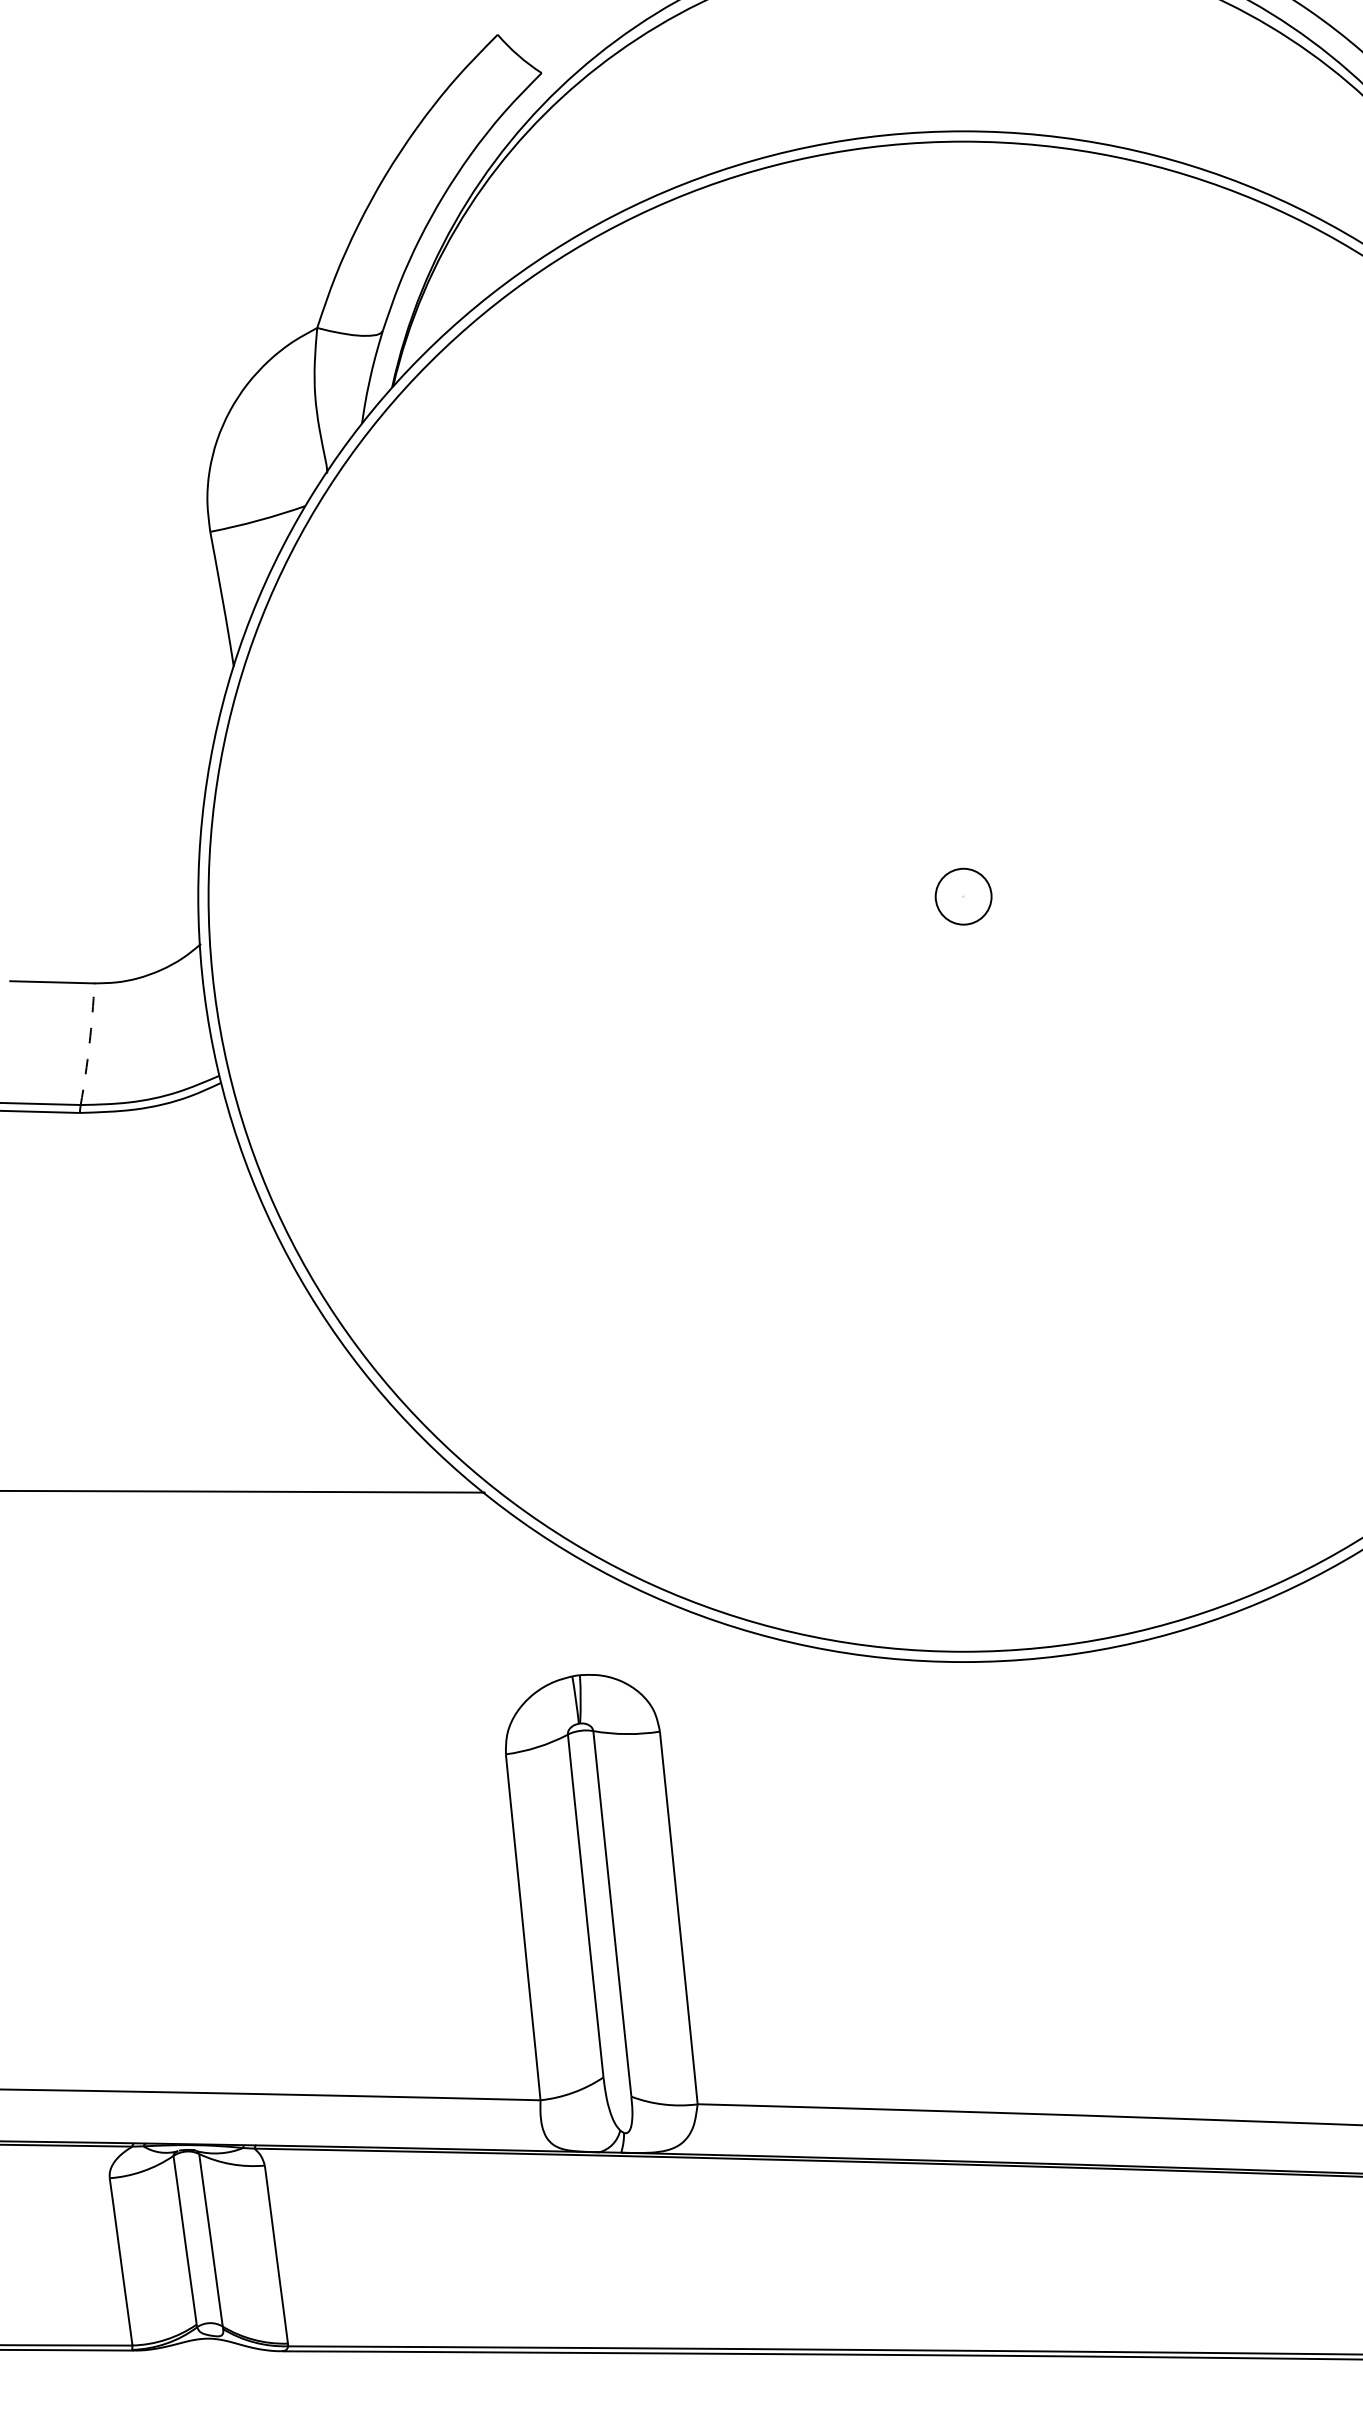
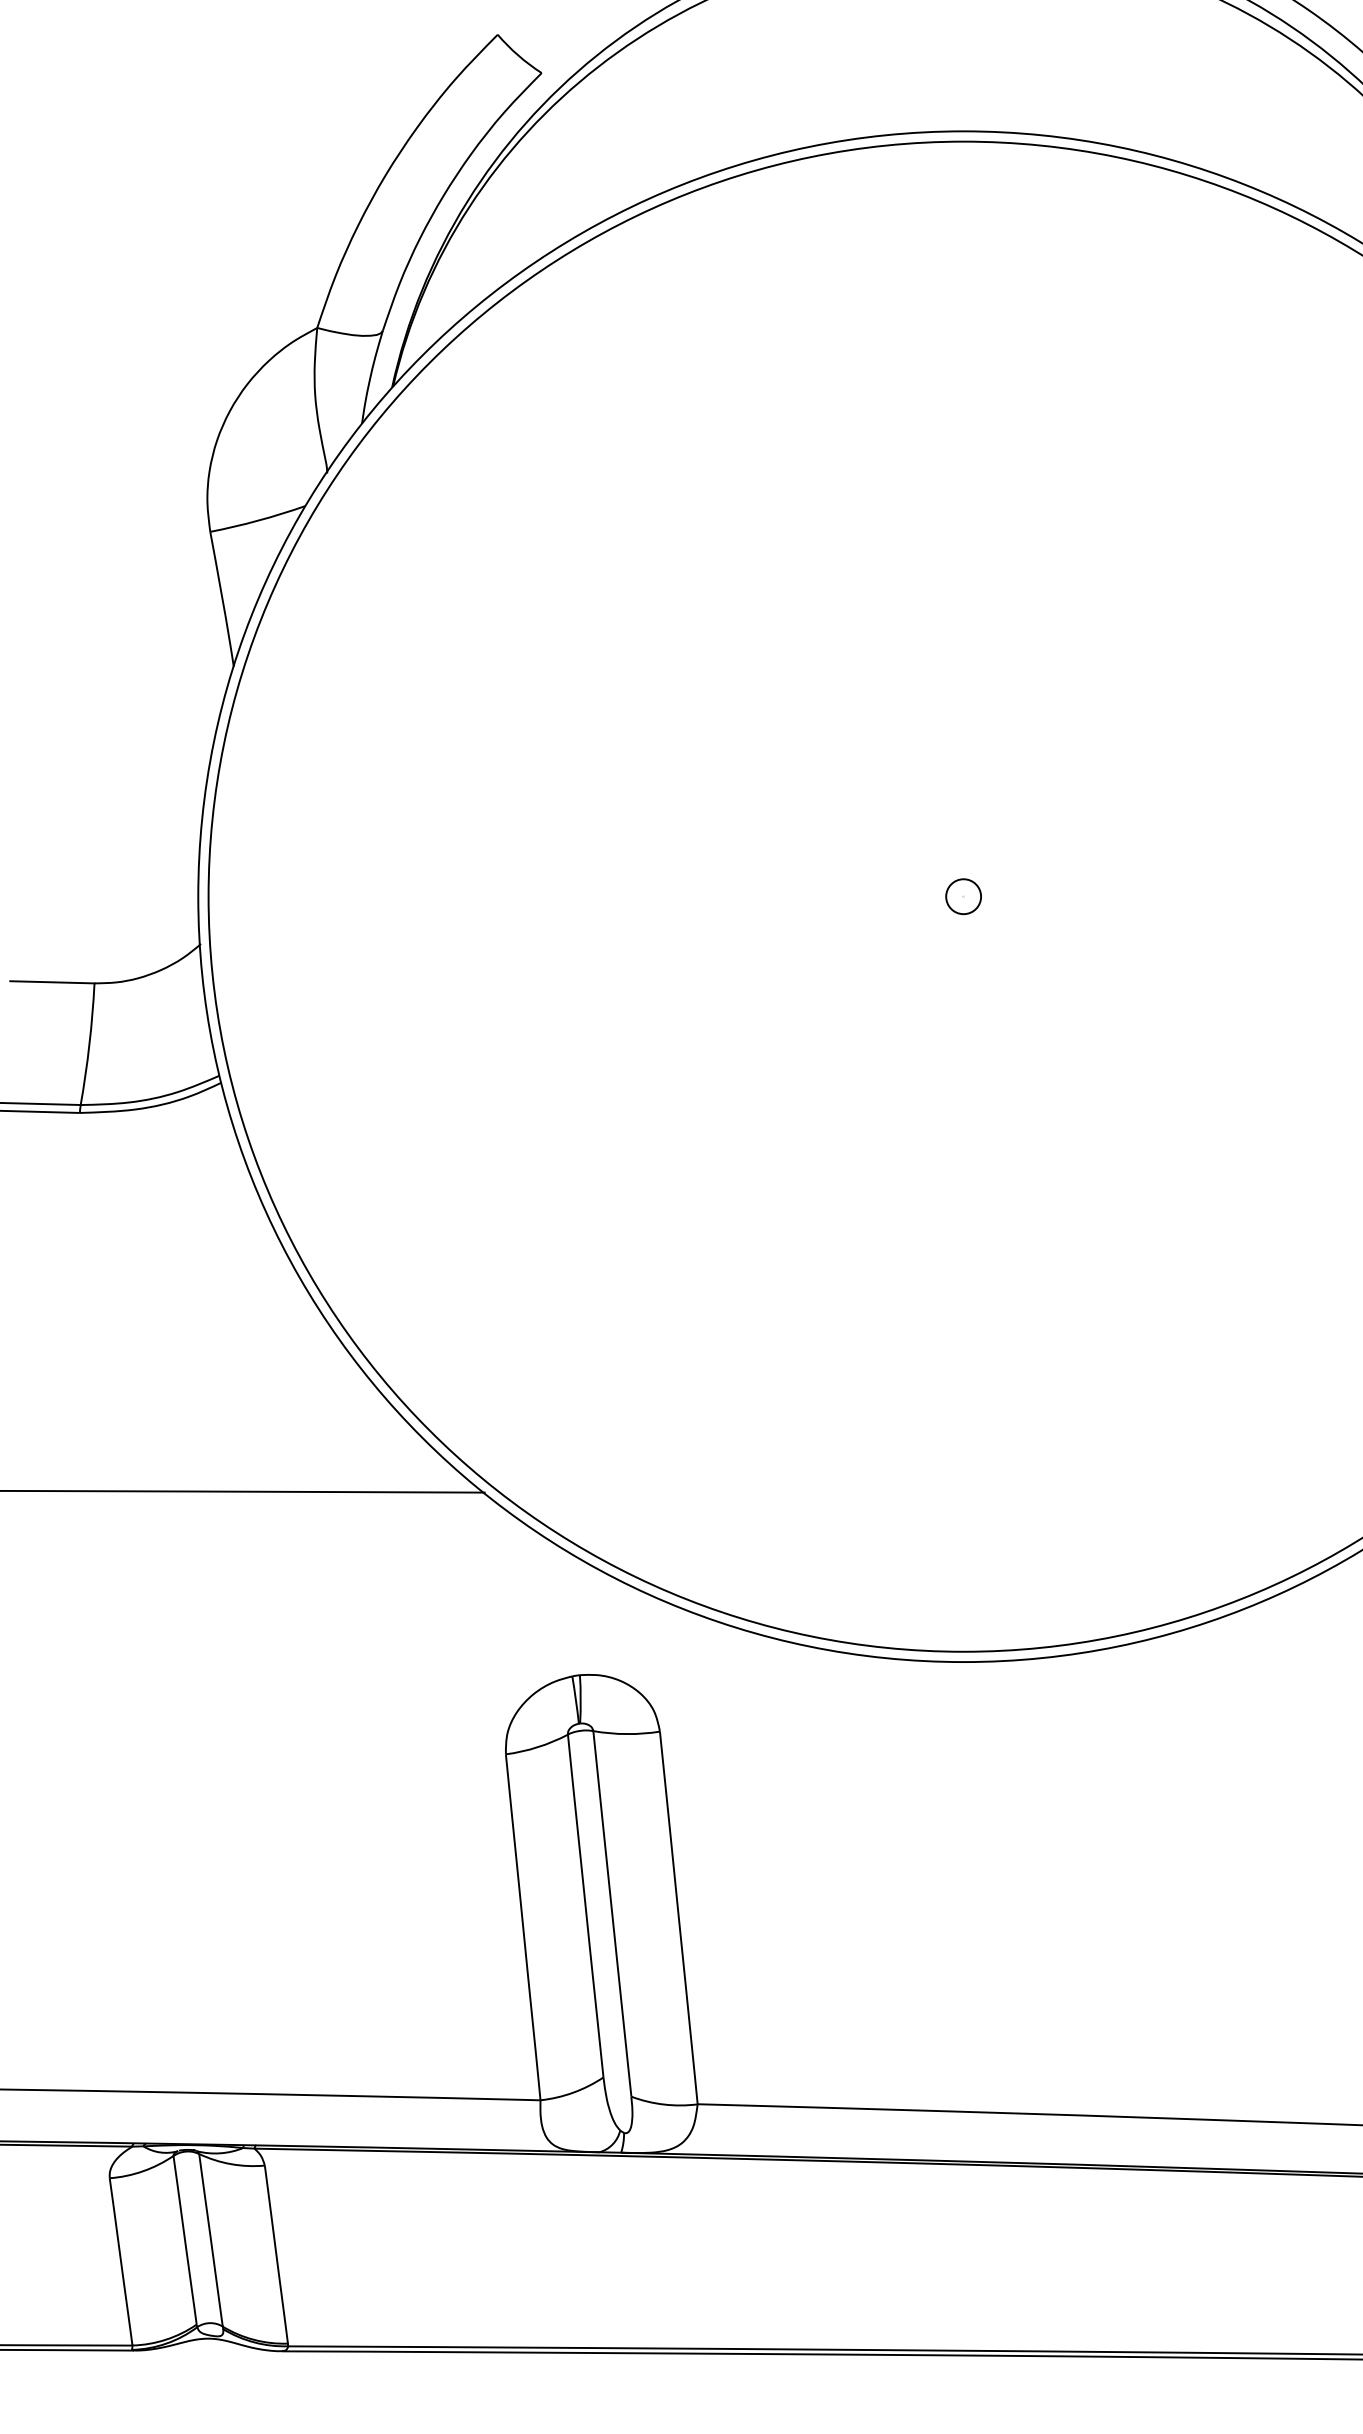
circle at (963, 896) diameter: 56 px -> 35 px
arc at (89, 1044): dashed -> solid
